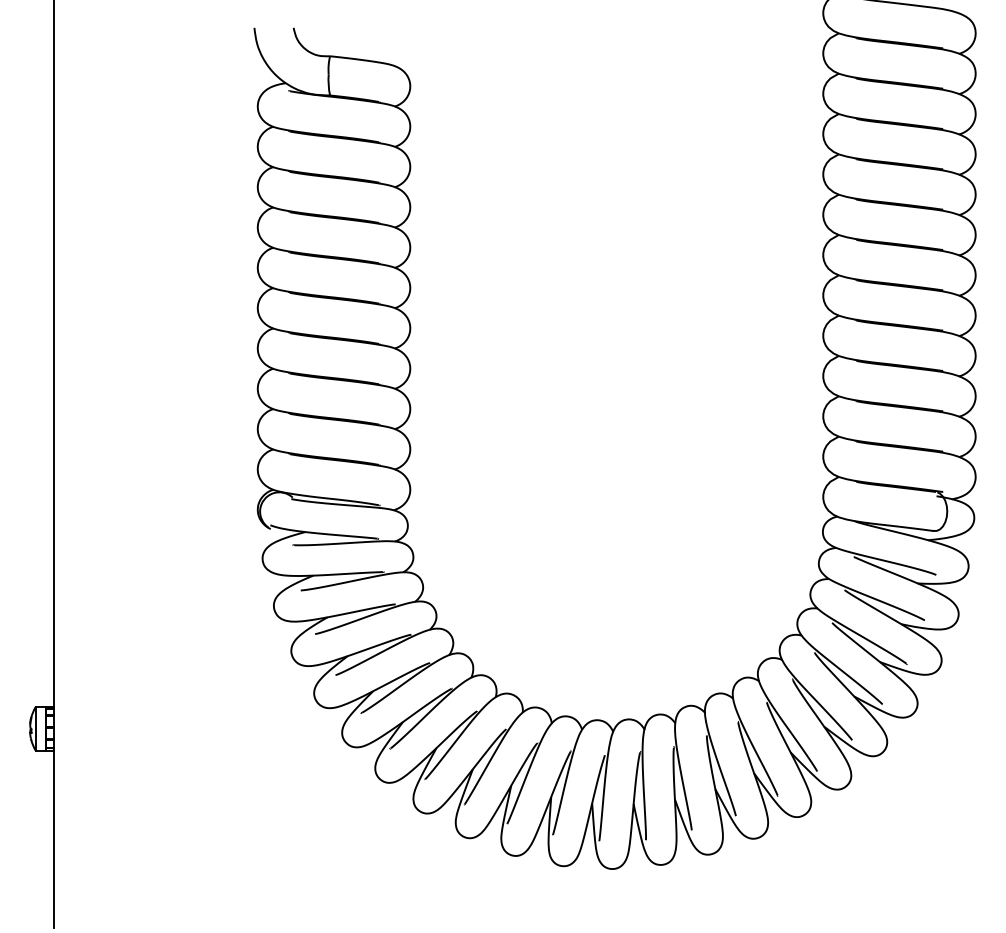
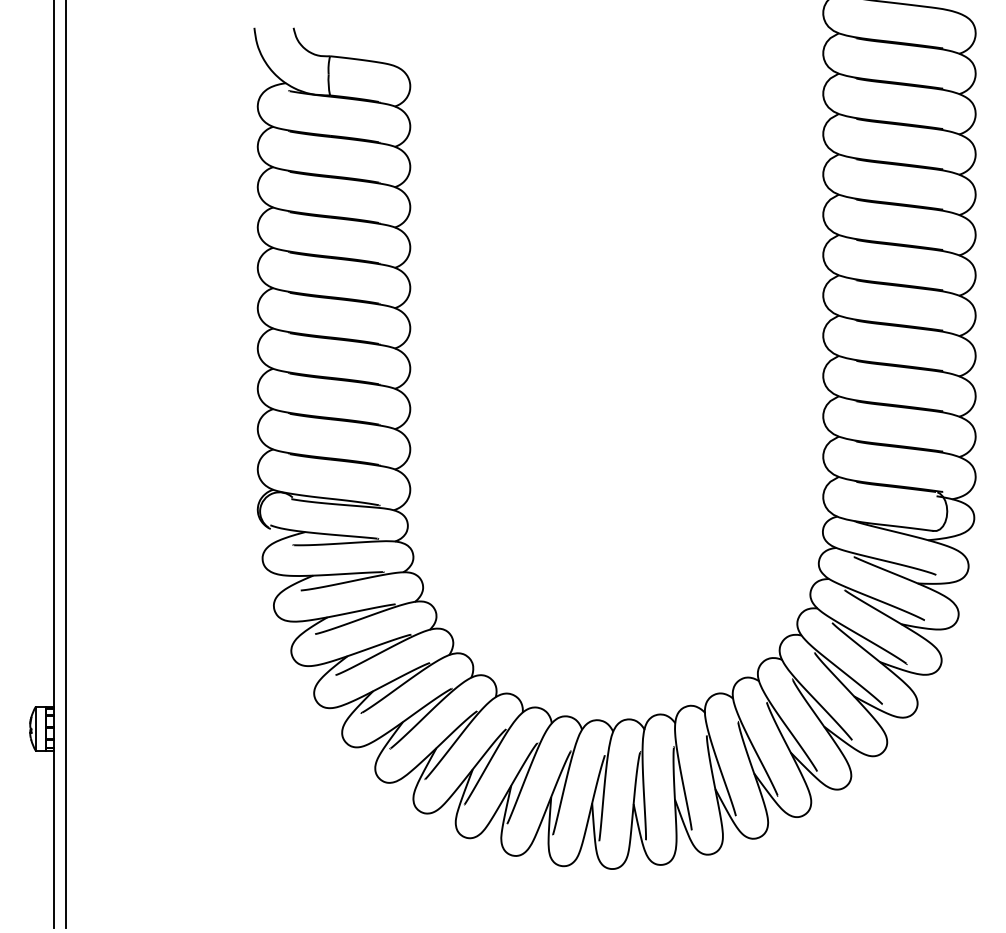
line at (66, 465): none -> present
